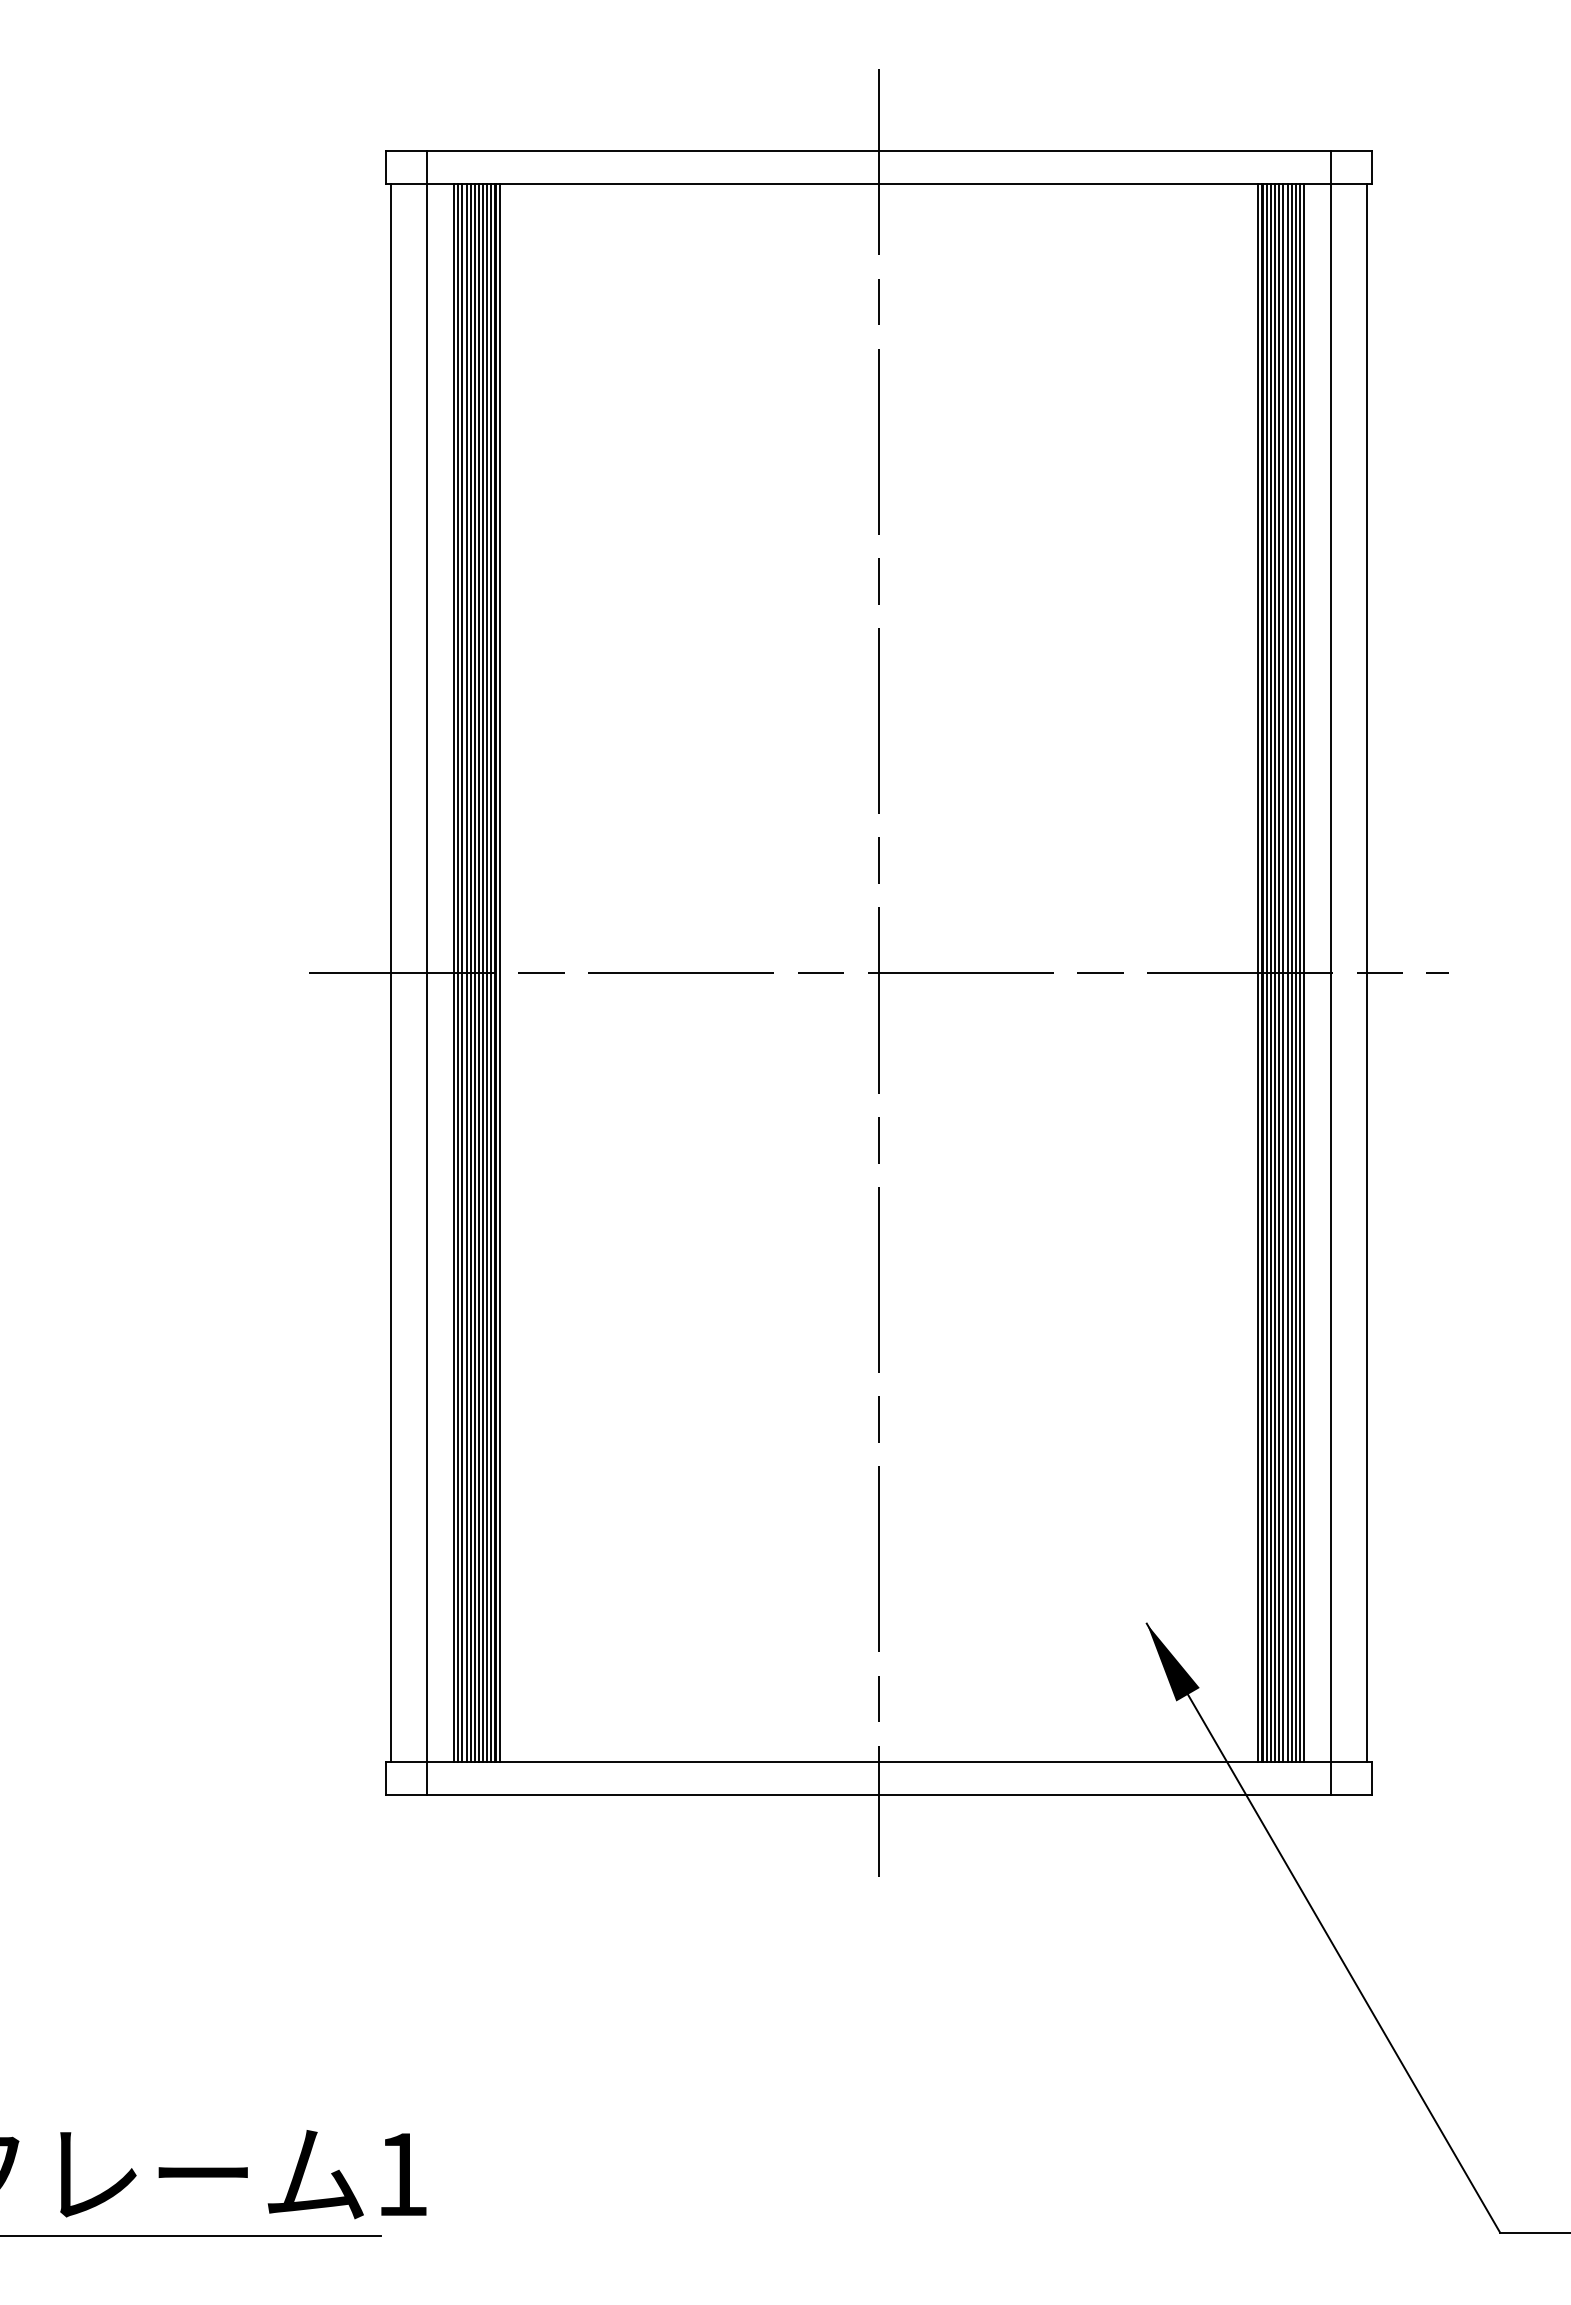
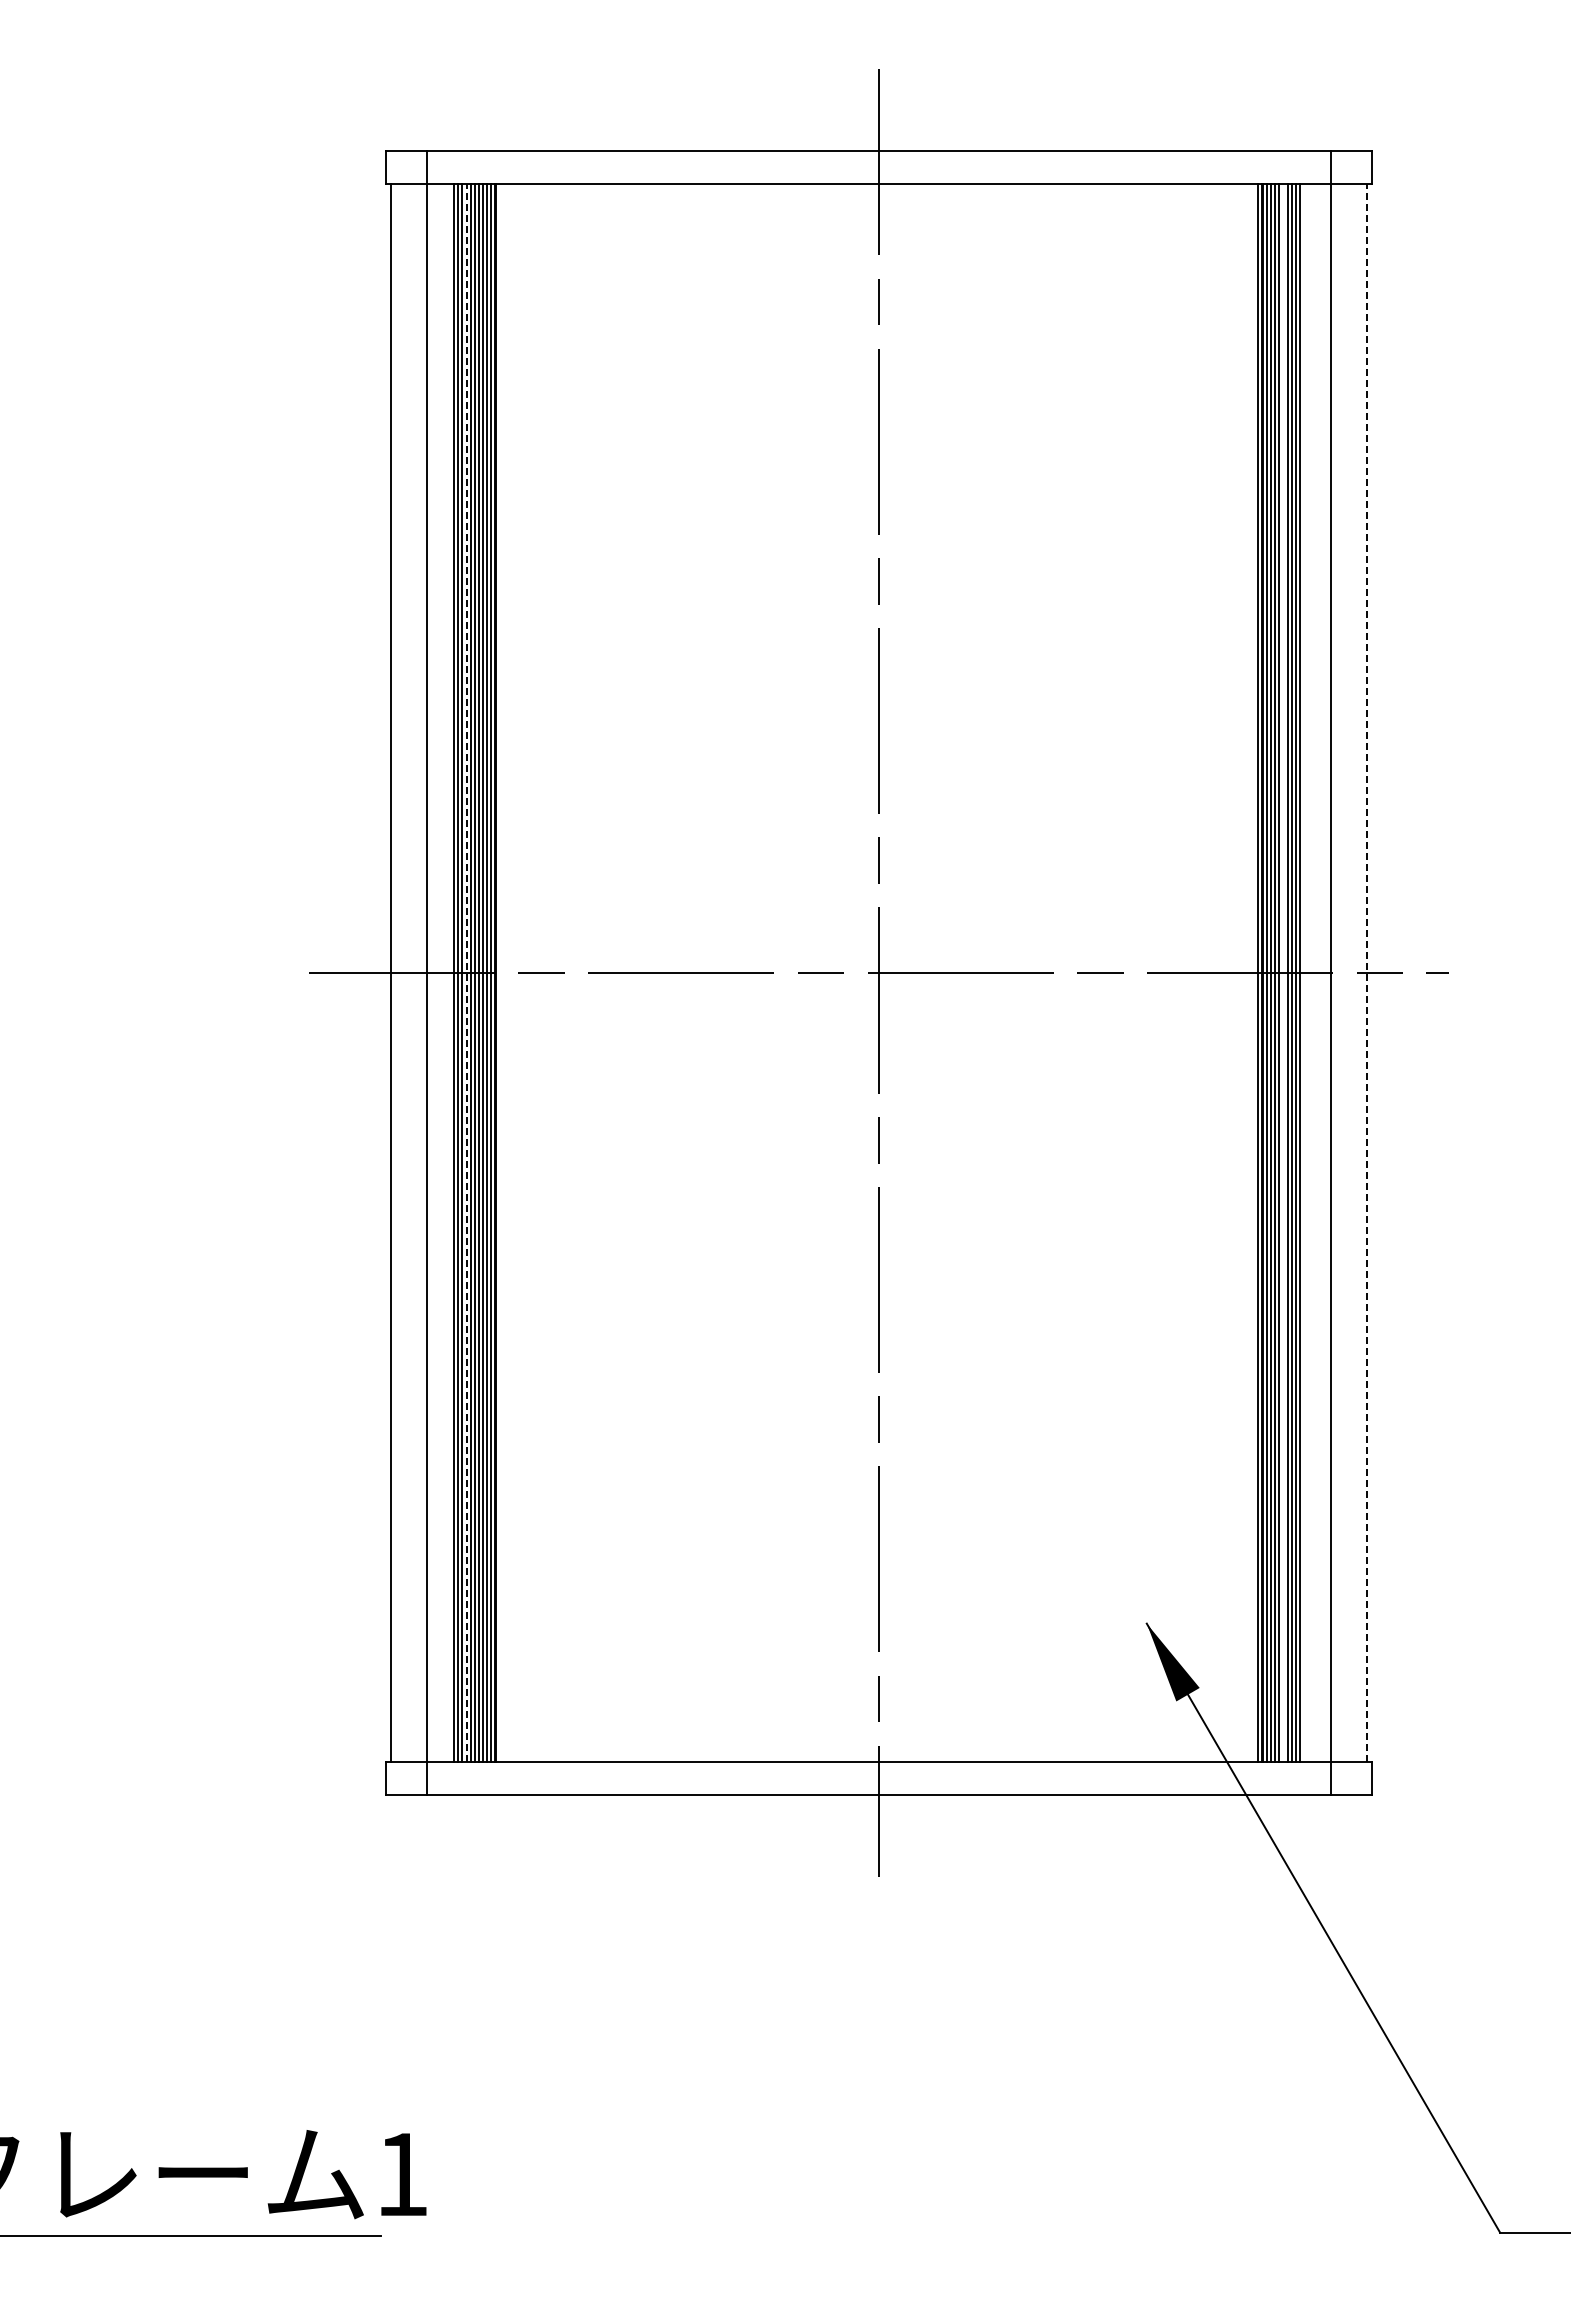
line at (466, 973): solid -> dashed
line at (500, 973): present -> none
line at (1283, 973): present -> none
line at (1303, 973): present -> none
line at (1367, 973): solid -> dashed
